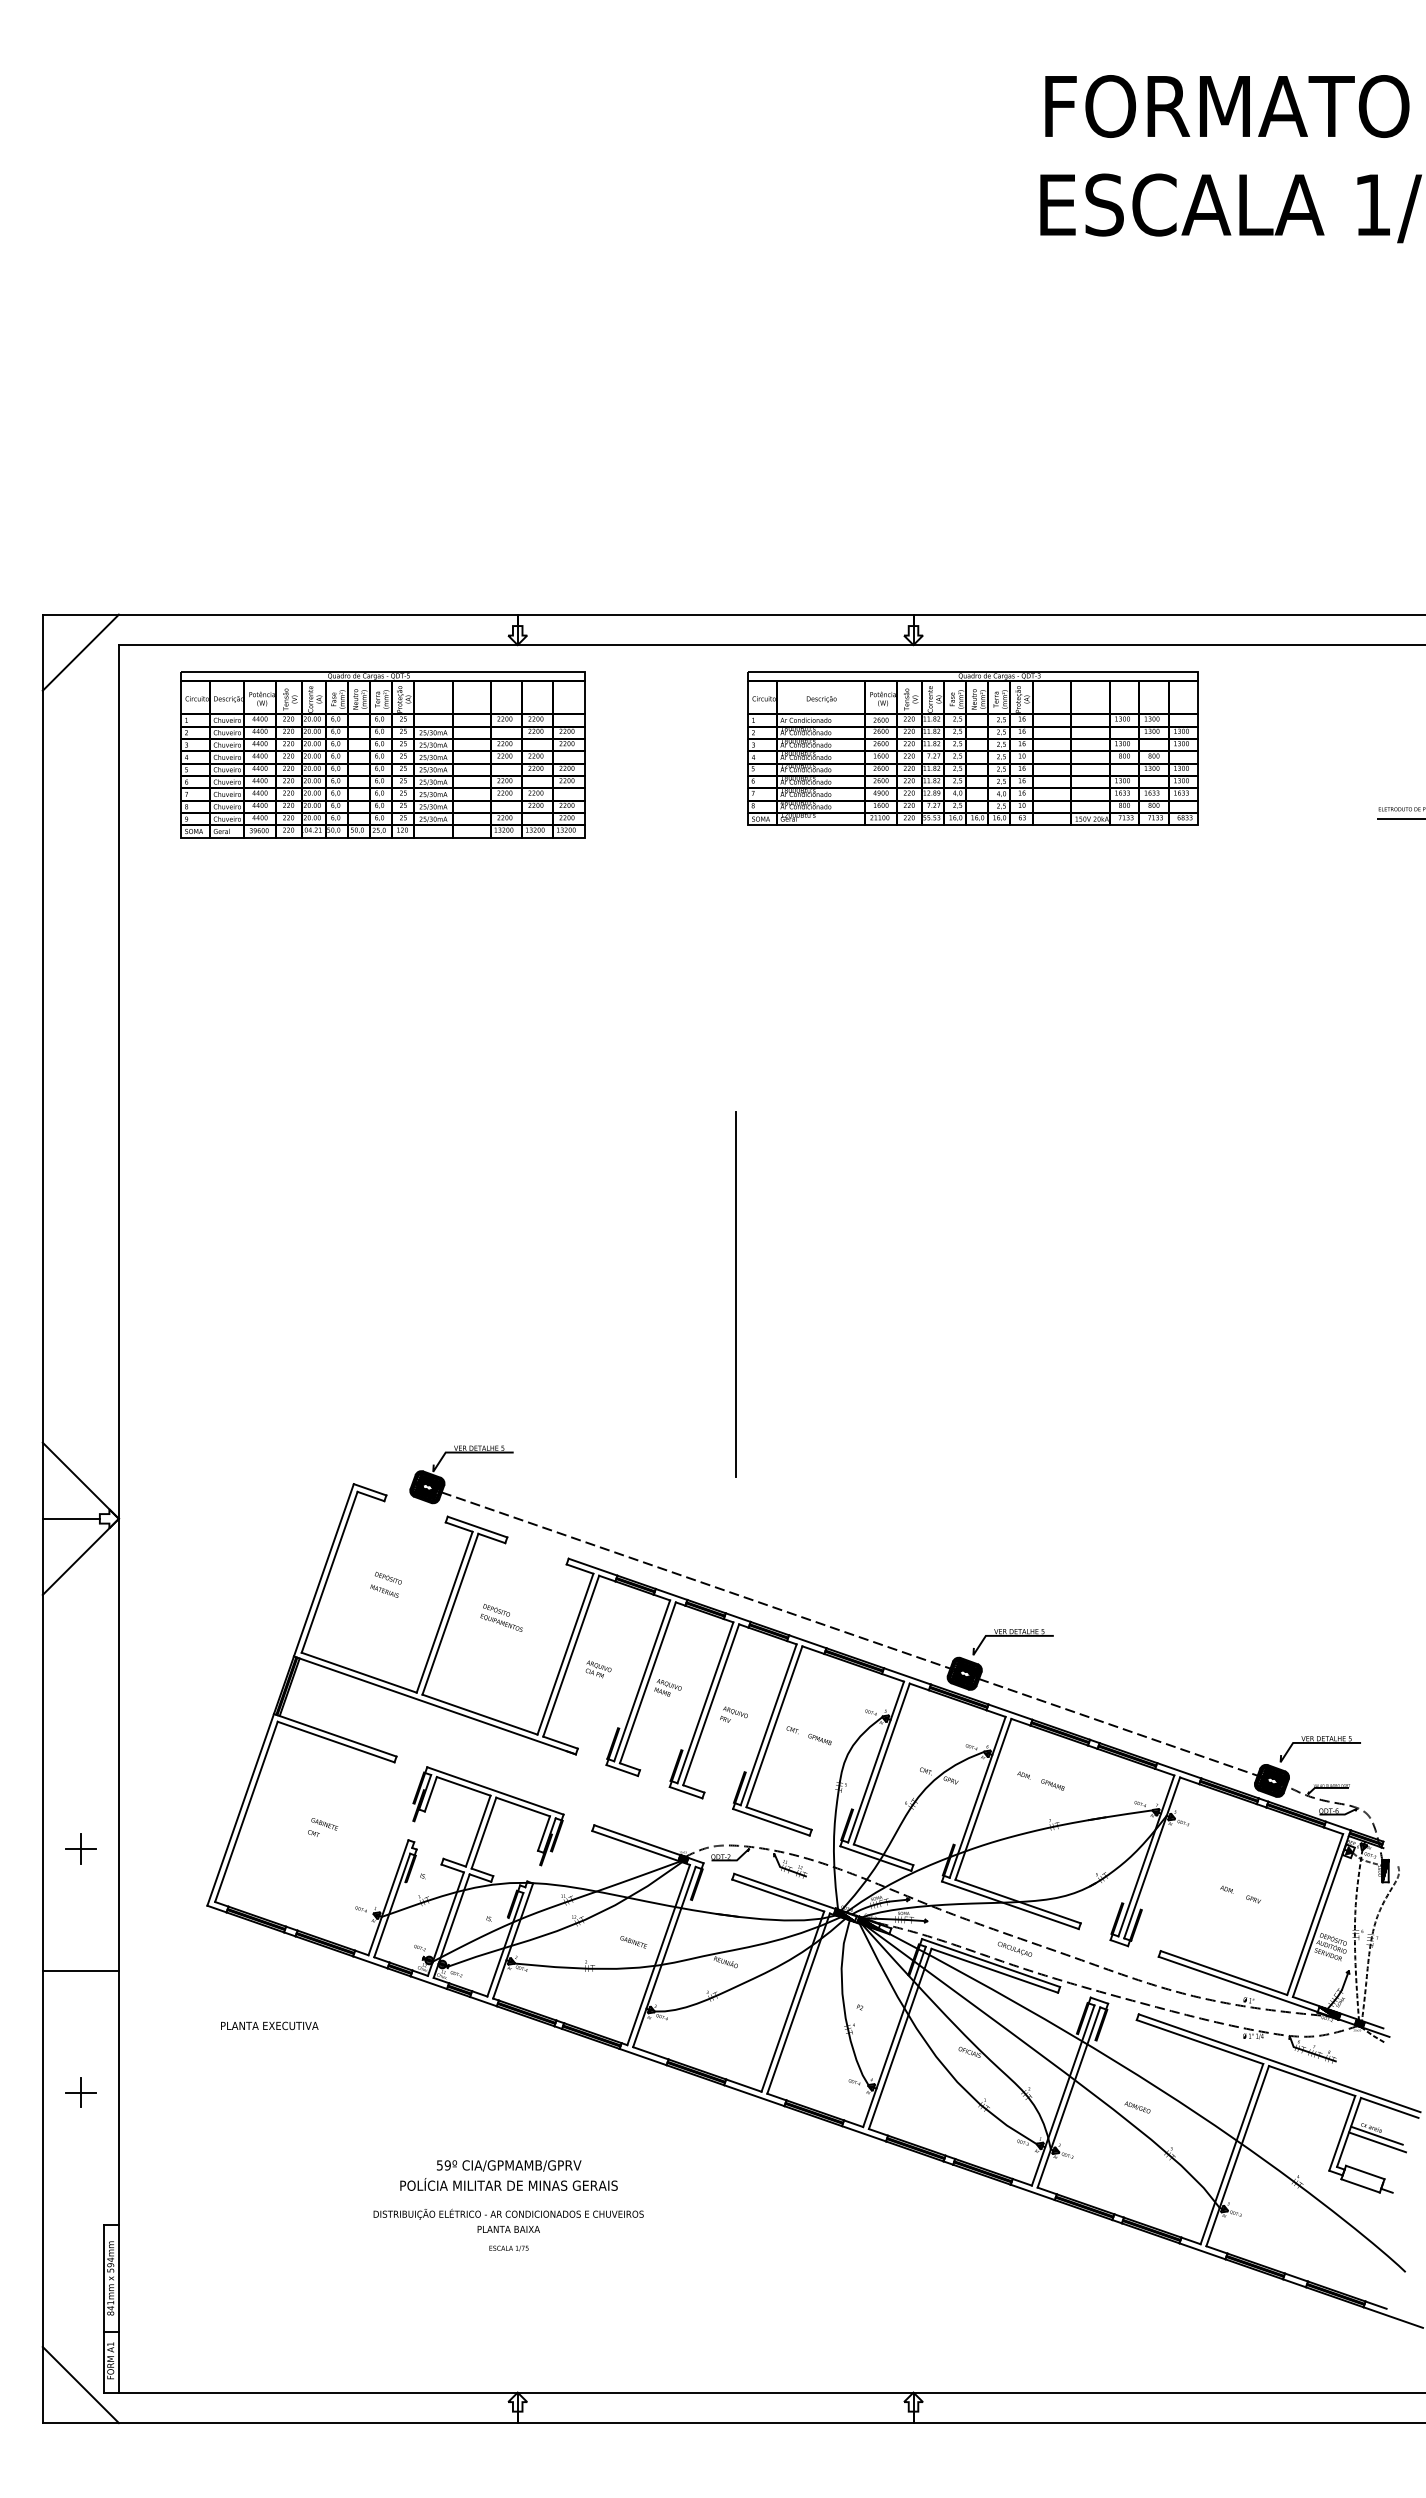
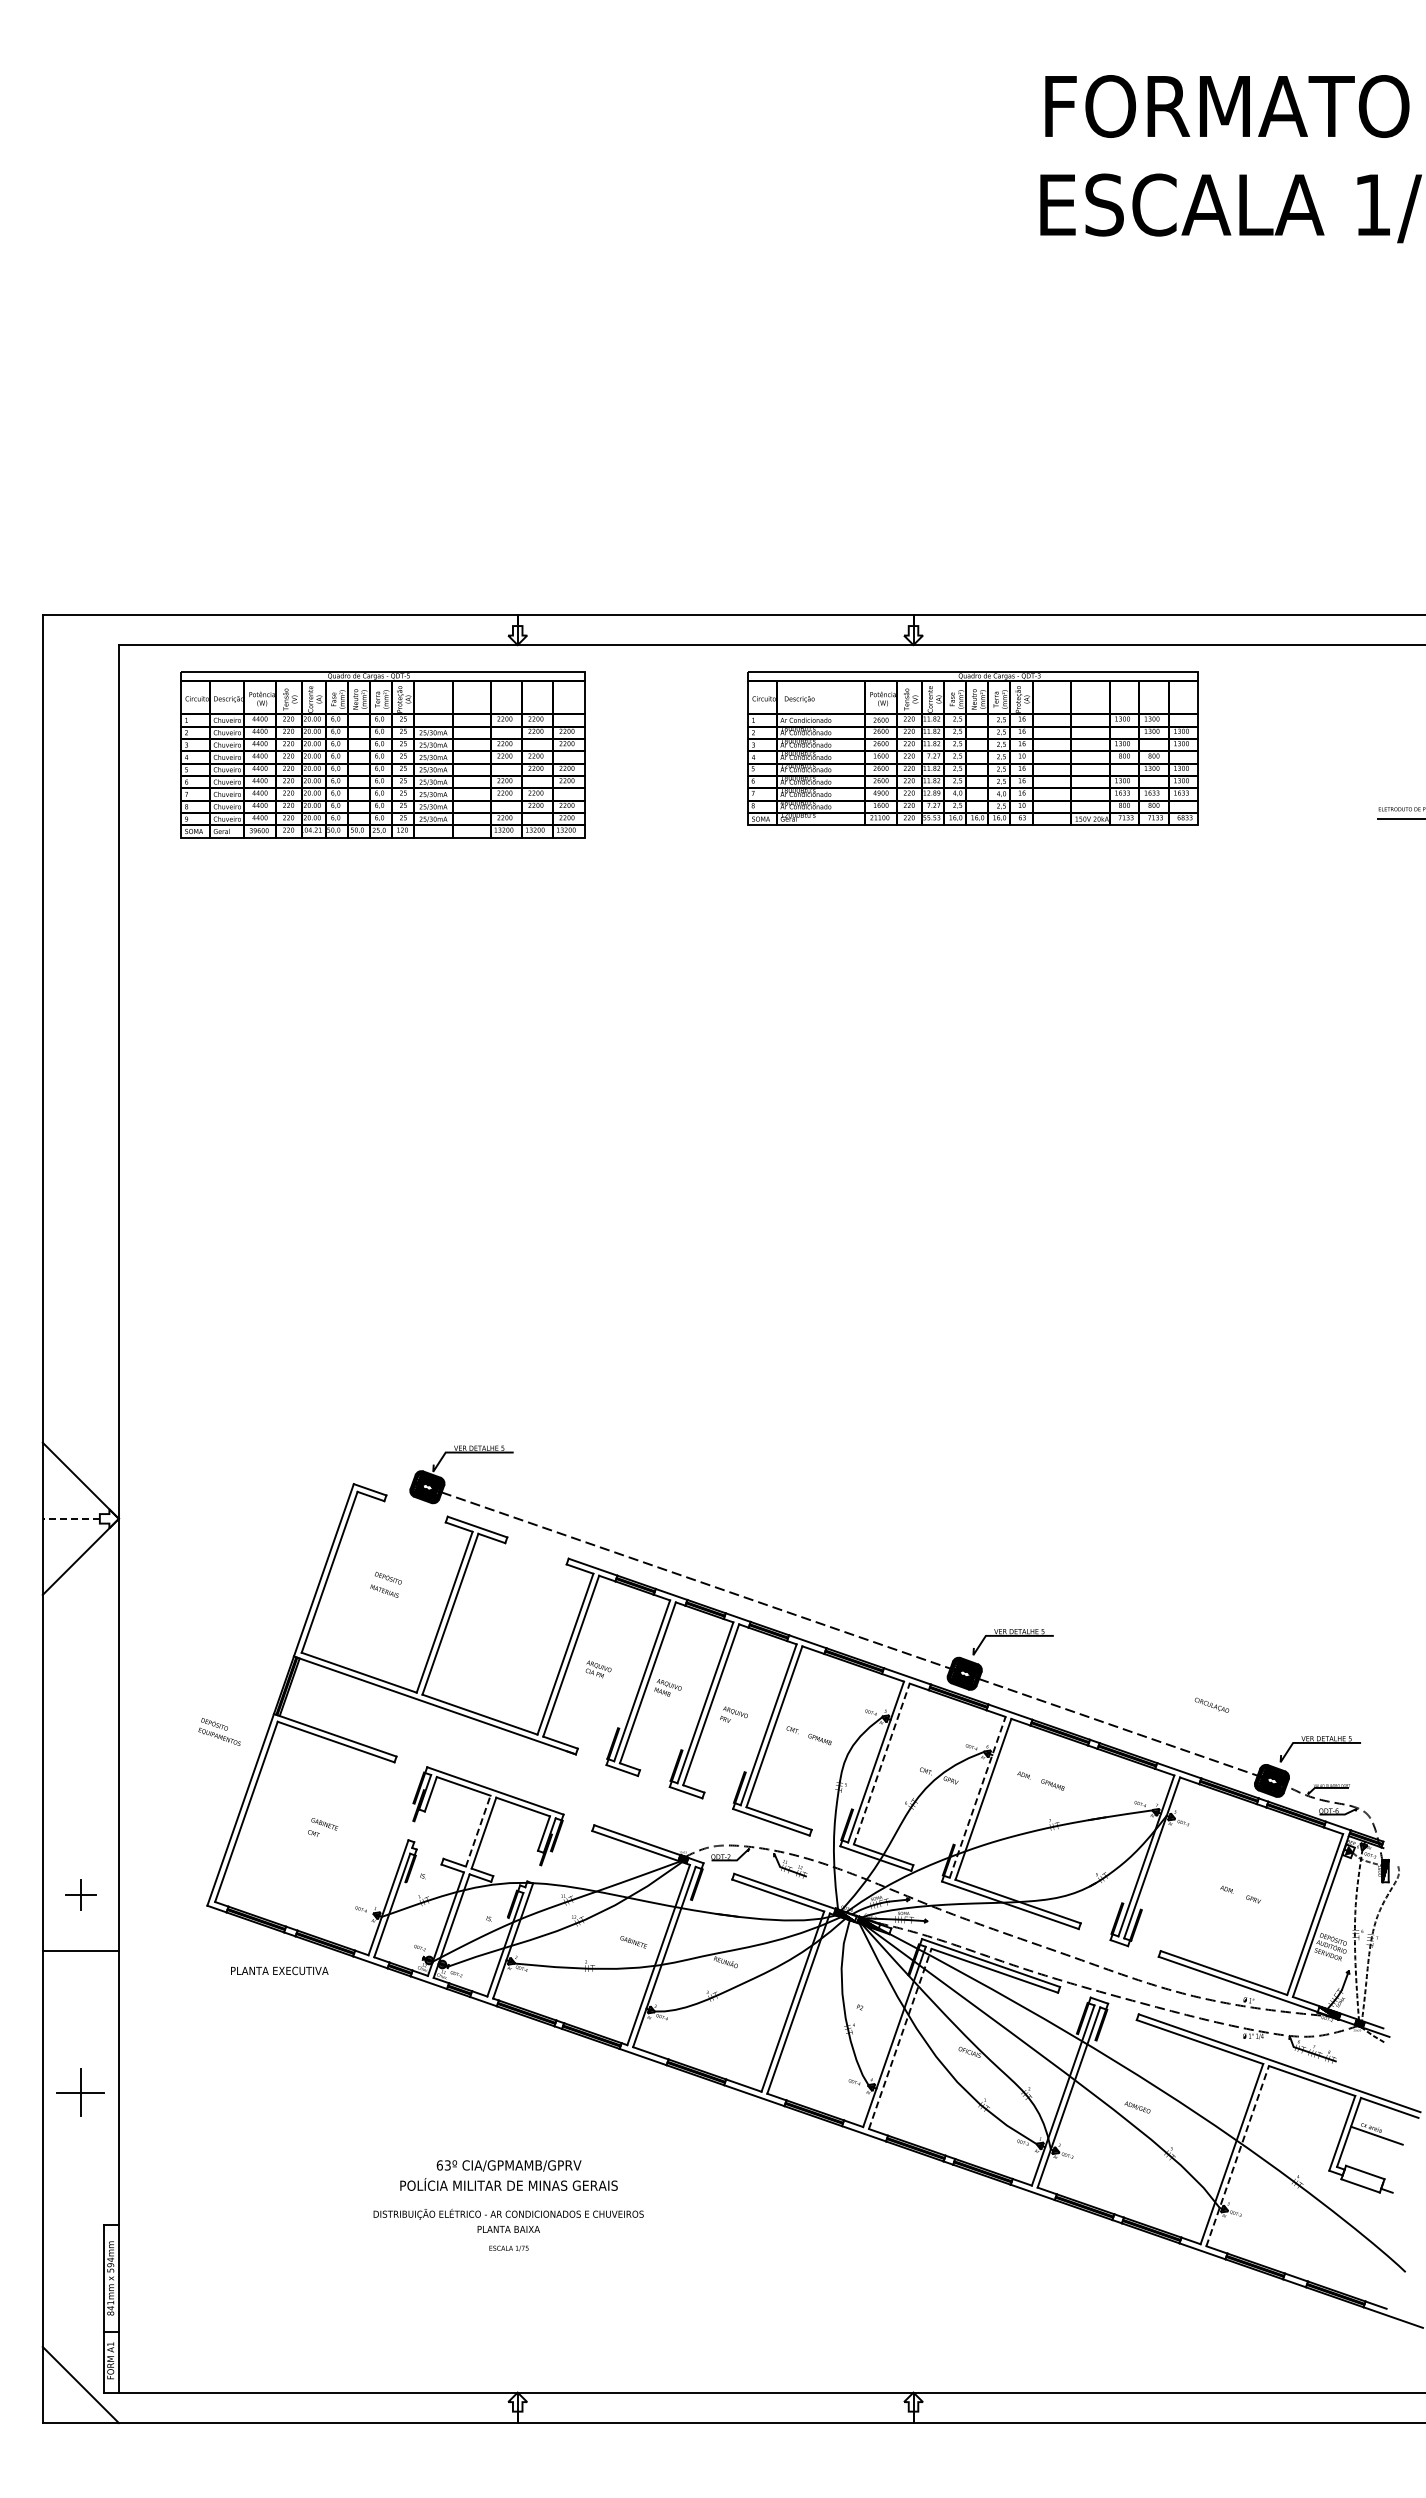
line at (80, 652): present -> none
text at (821, 699) position: (821, 699) -> (799, 699)
line at (735, 1294): present -> none
line at (71, 1518): solid -> dashed
text at (501, 1617) position: (501, 1617) -> (219, 1731)
line at (881, 1763): solid -> dashed
line at (977, 1796): solid -> dashed
line at (478, 1831): solid -> dashed
part at (80, 1848) position: (80, 1848) -> (80, 1894)
text at (1014, 1948) position: (1014, 1948) -> (1211, 1704)
line at (80, 1970) position: (80, 1970) -> (80, 1950)
text at (269, 2025) position: (269, 2025) -> (279, 1970)
line at (900, 2038): solid -> dashed
part at (80, 2092) size: 32x31 px -> 49x49 px
line at (1377, 2142): present -> none
line at (1237, 2155): solid -> dashed
text at (443, 2165): 59º -> 63º
